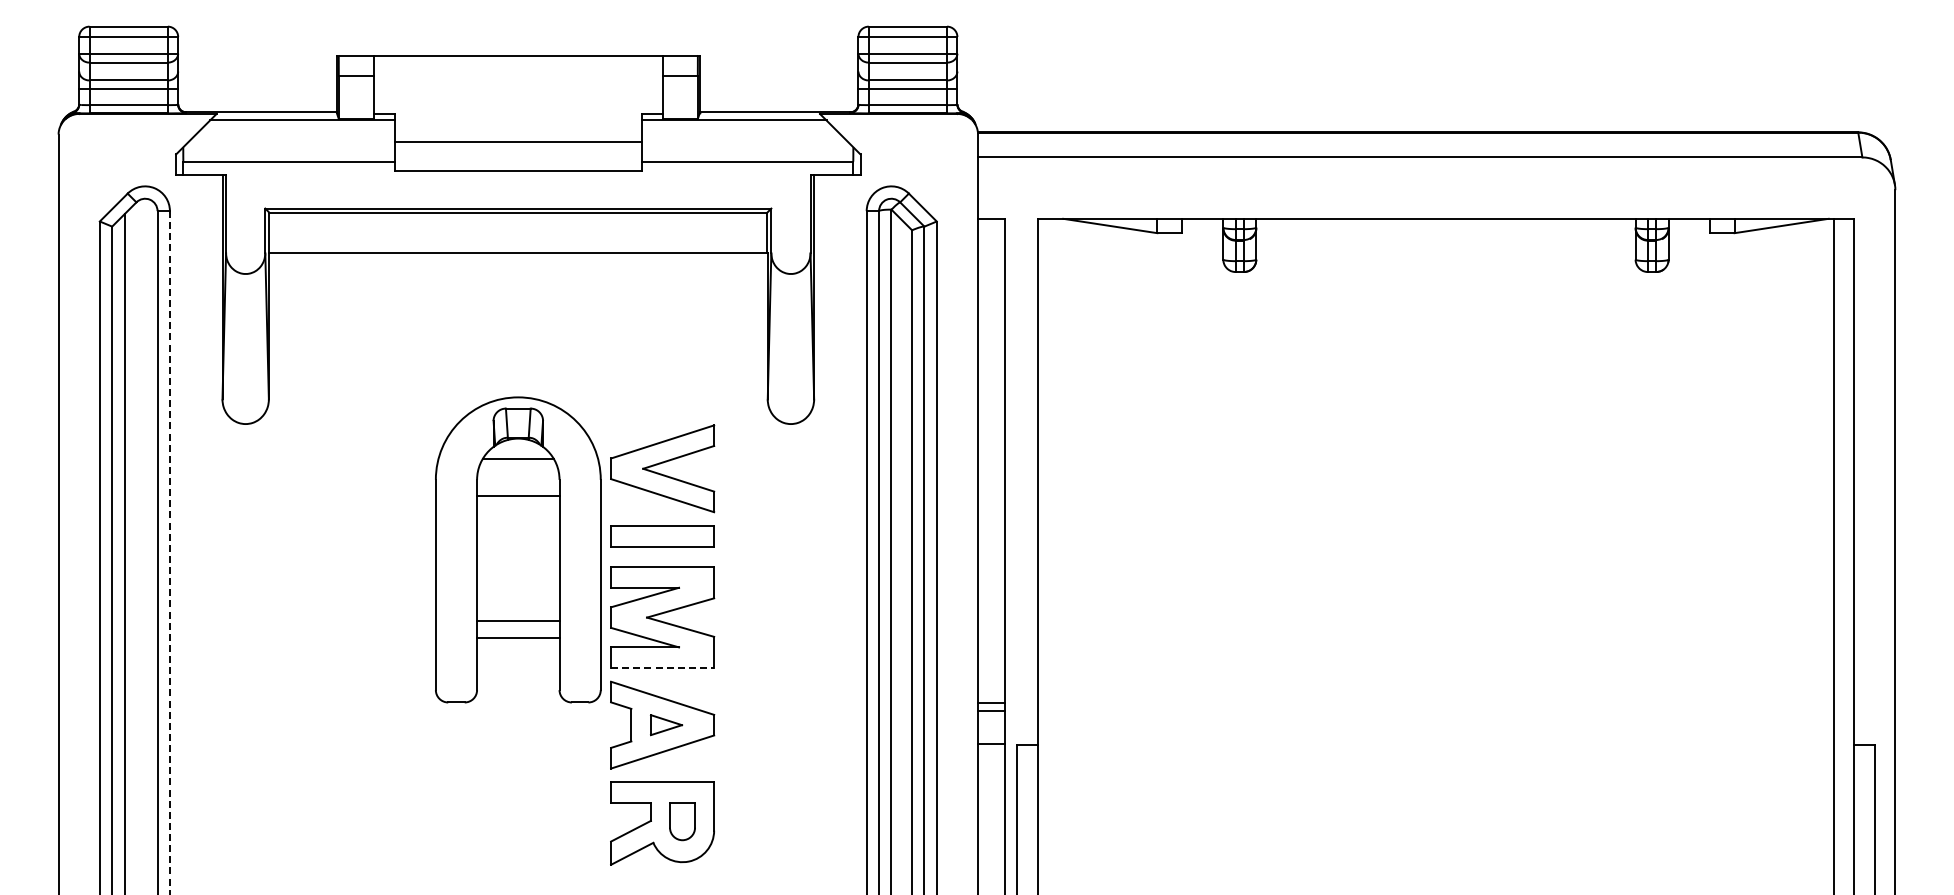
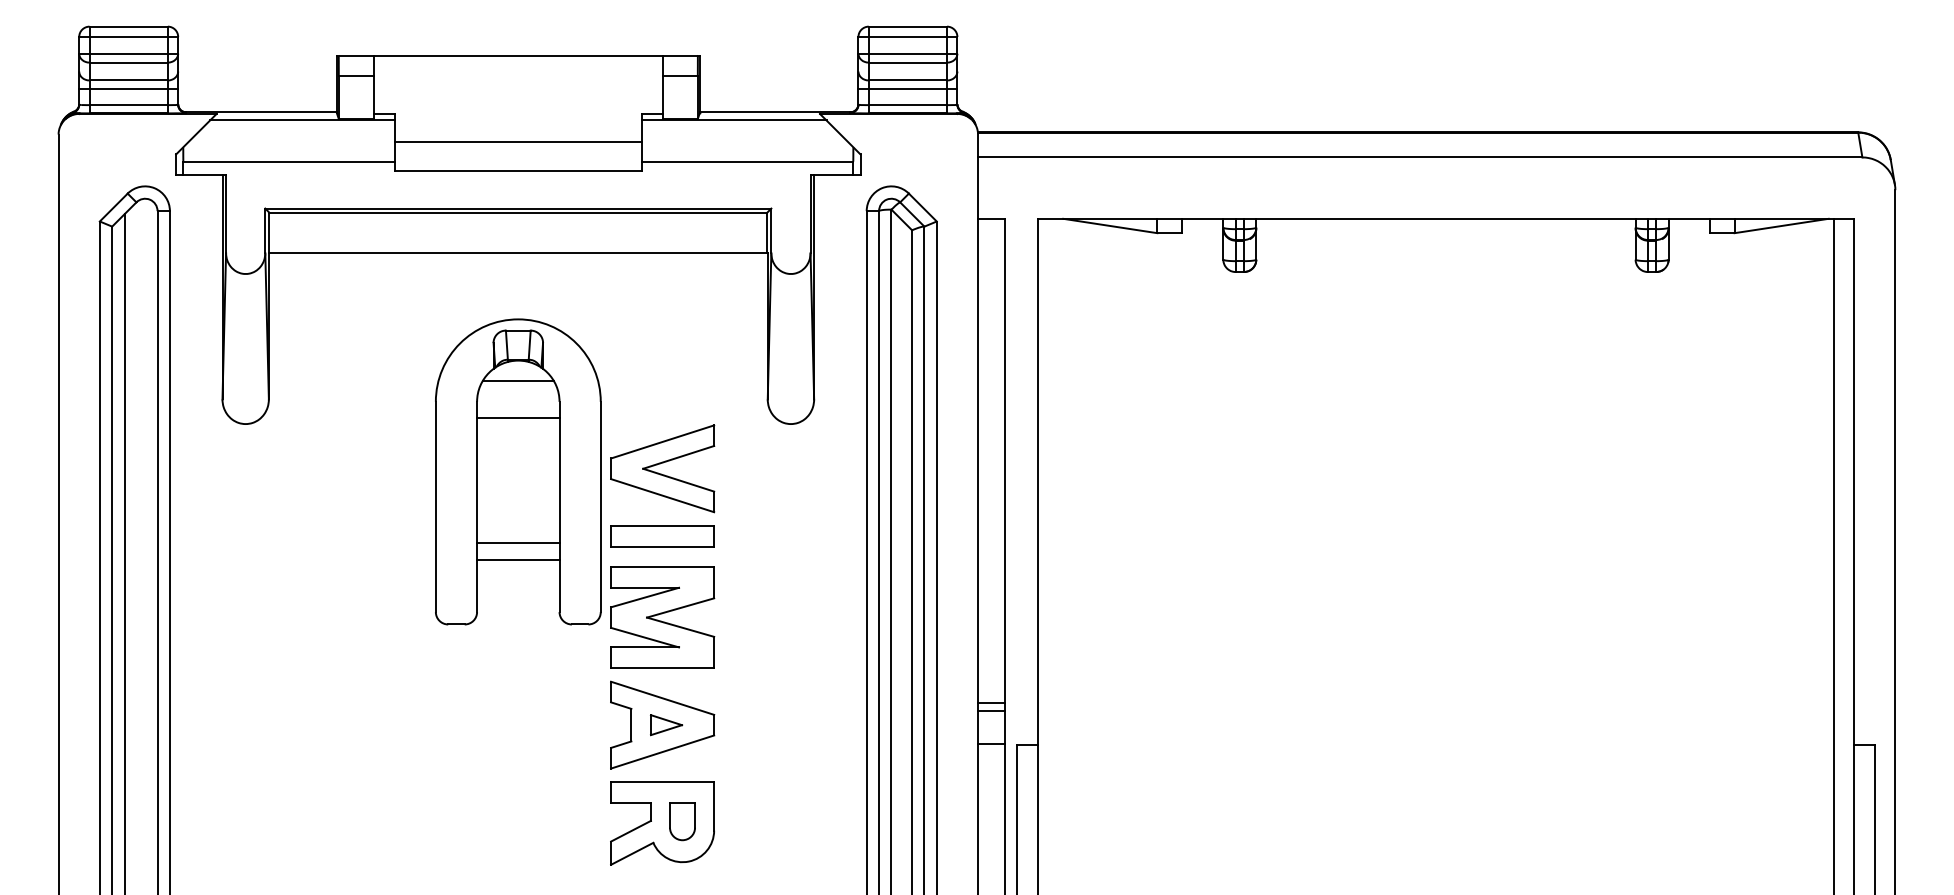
part at (518, 549) position: (518, 549) -> (518, 471)
line at (169, 552): dashed -> solid
line at (662, 668): dashed -> solid
